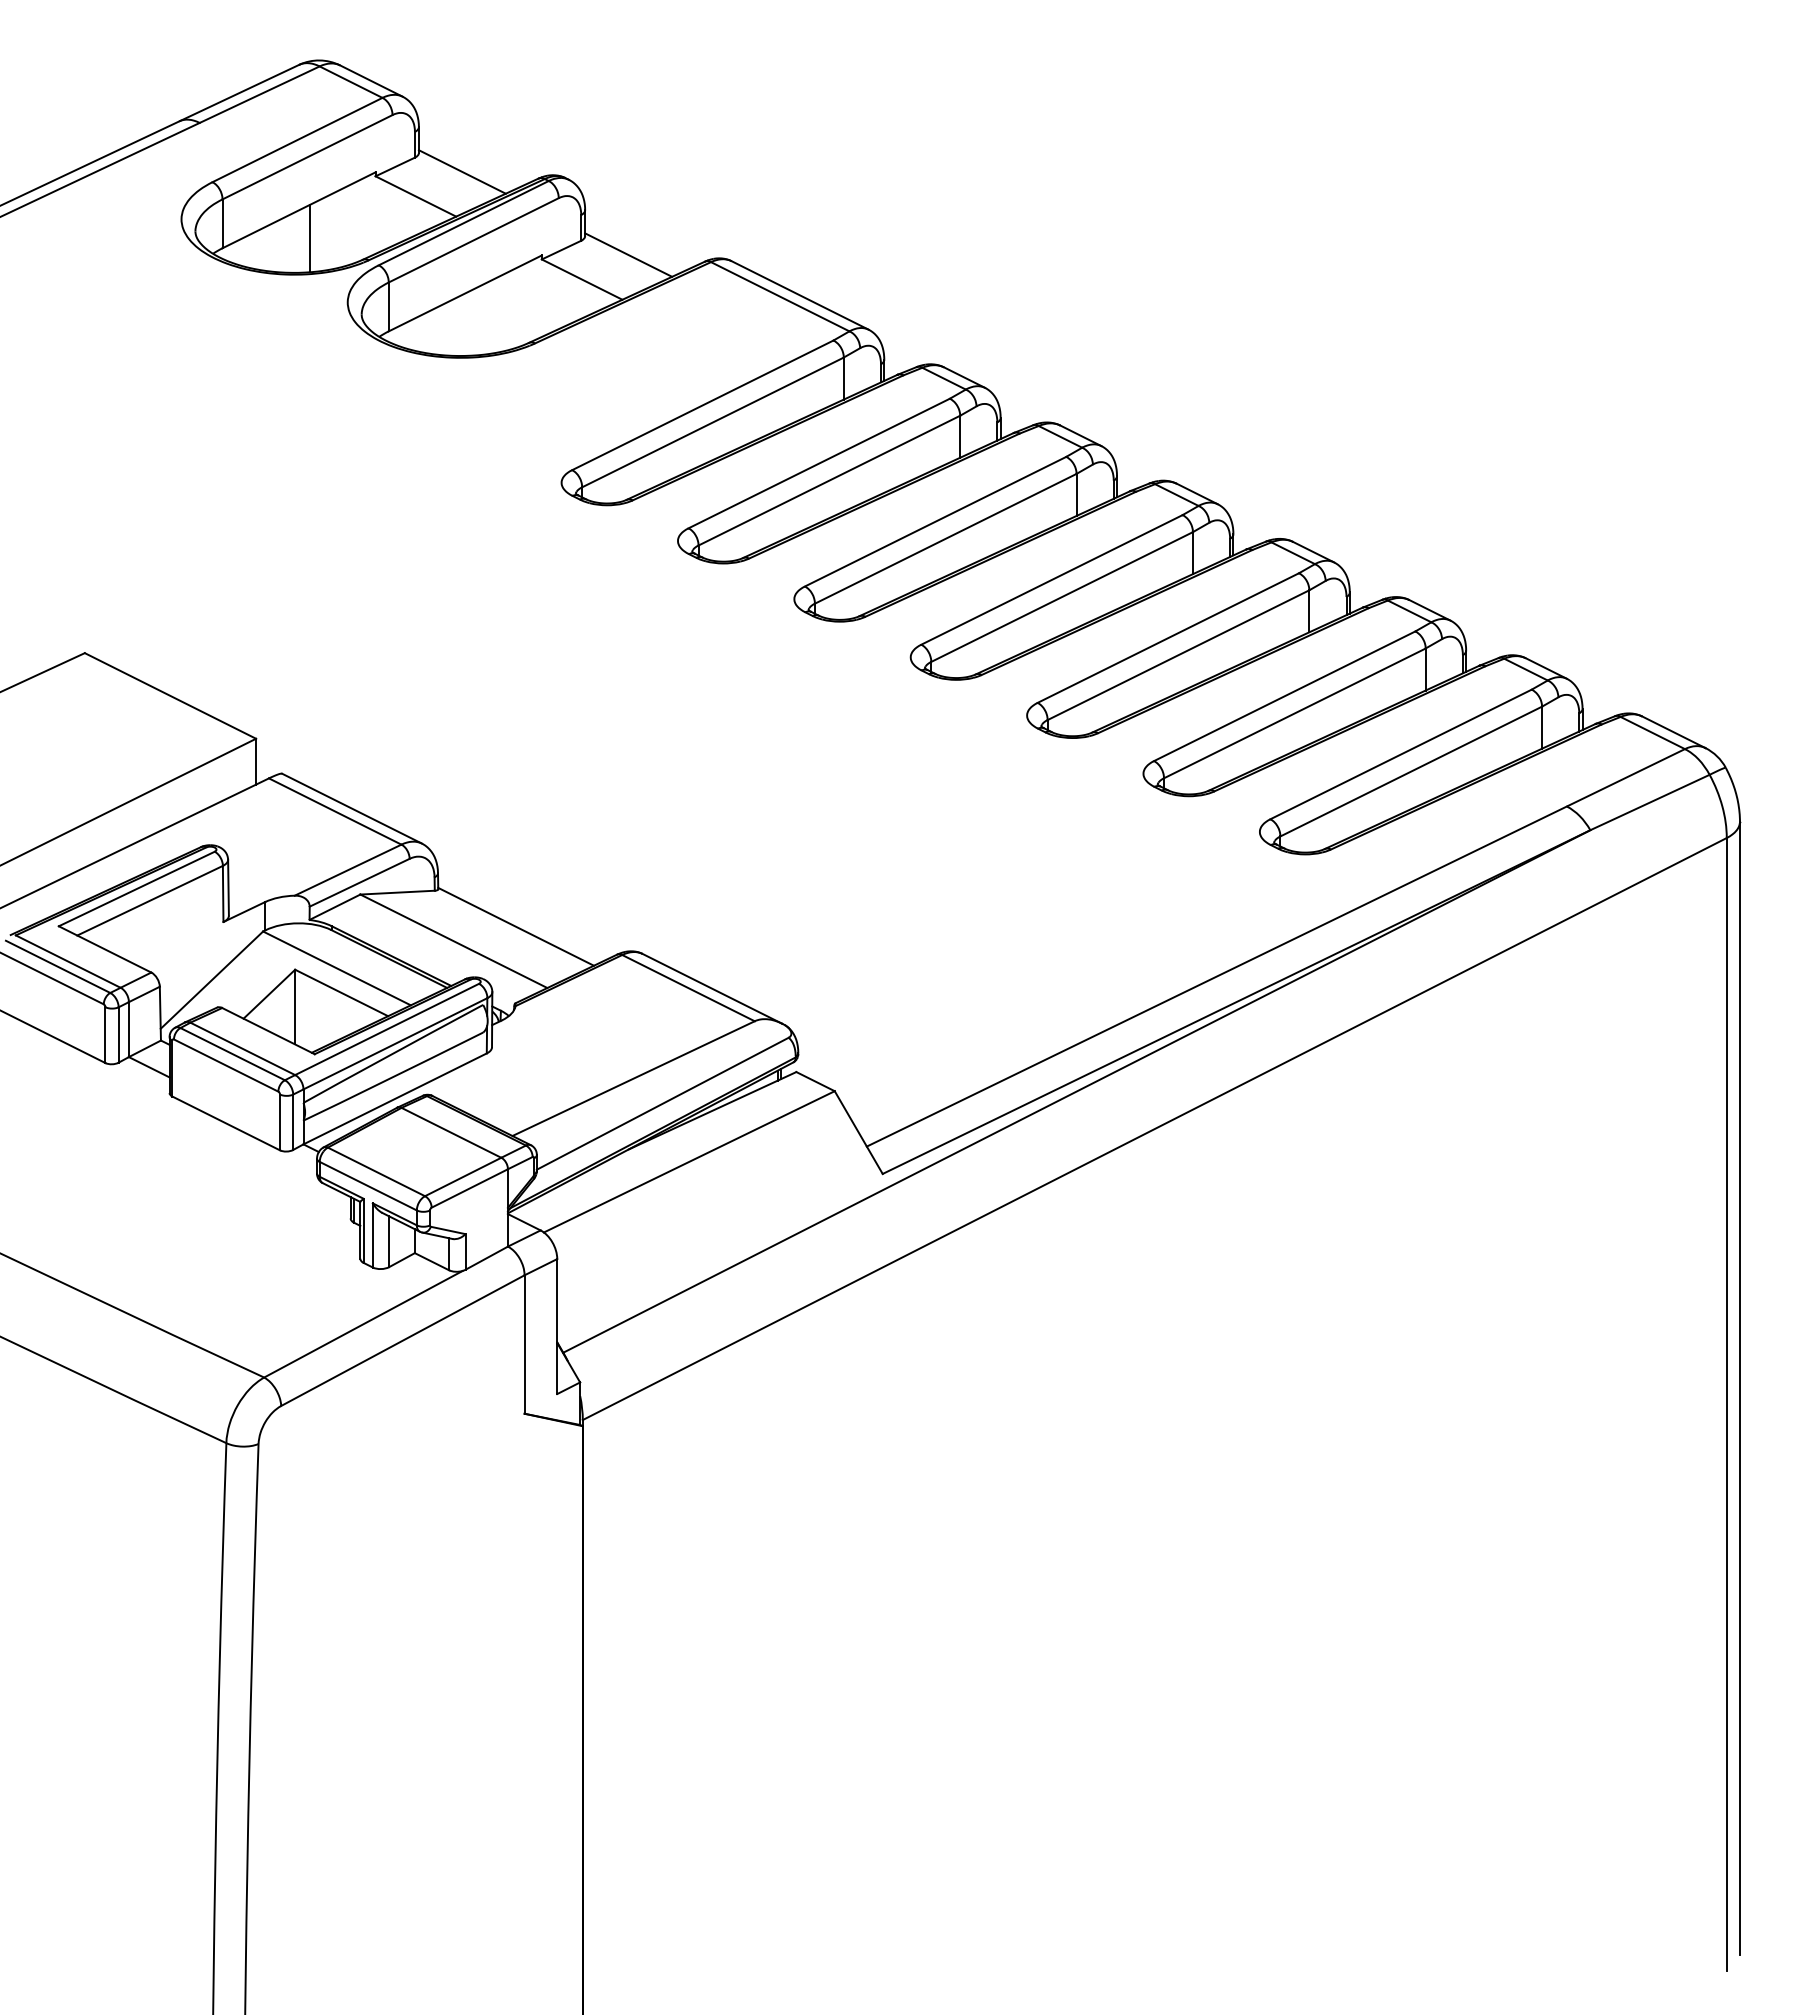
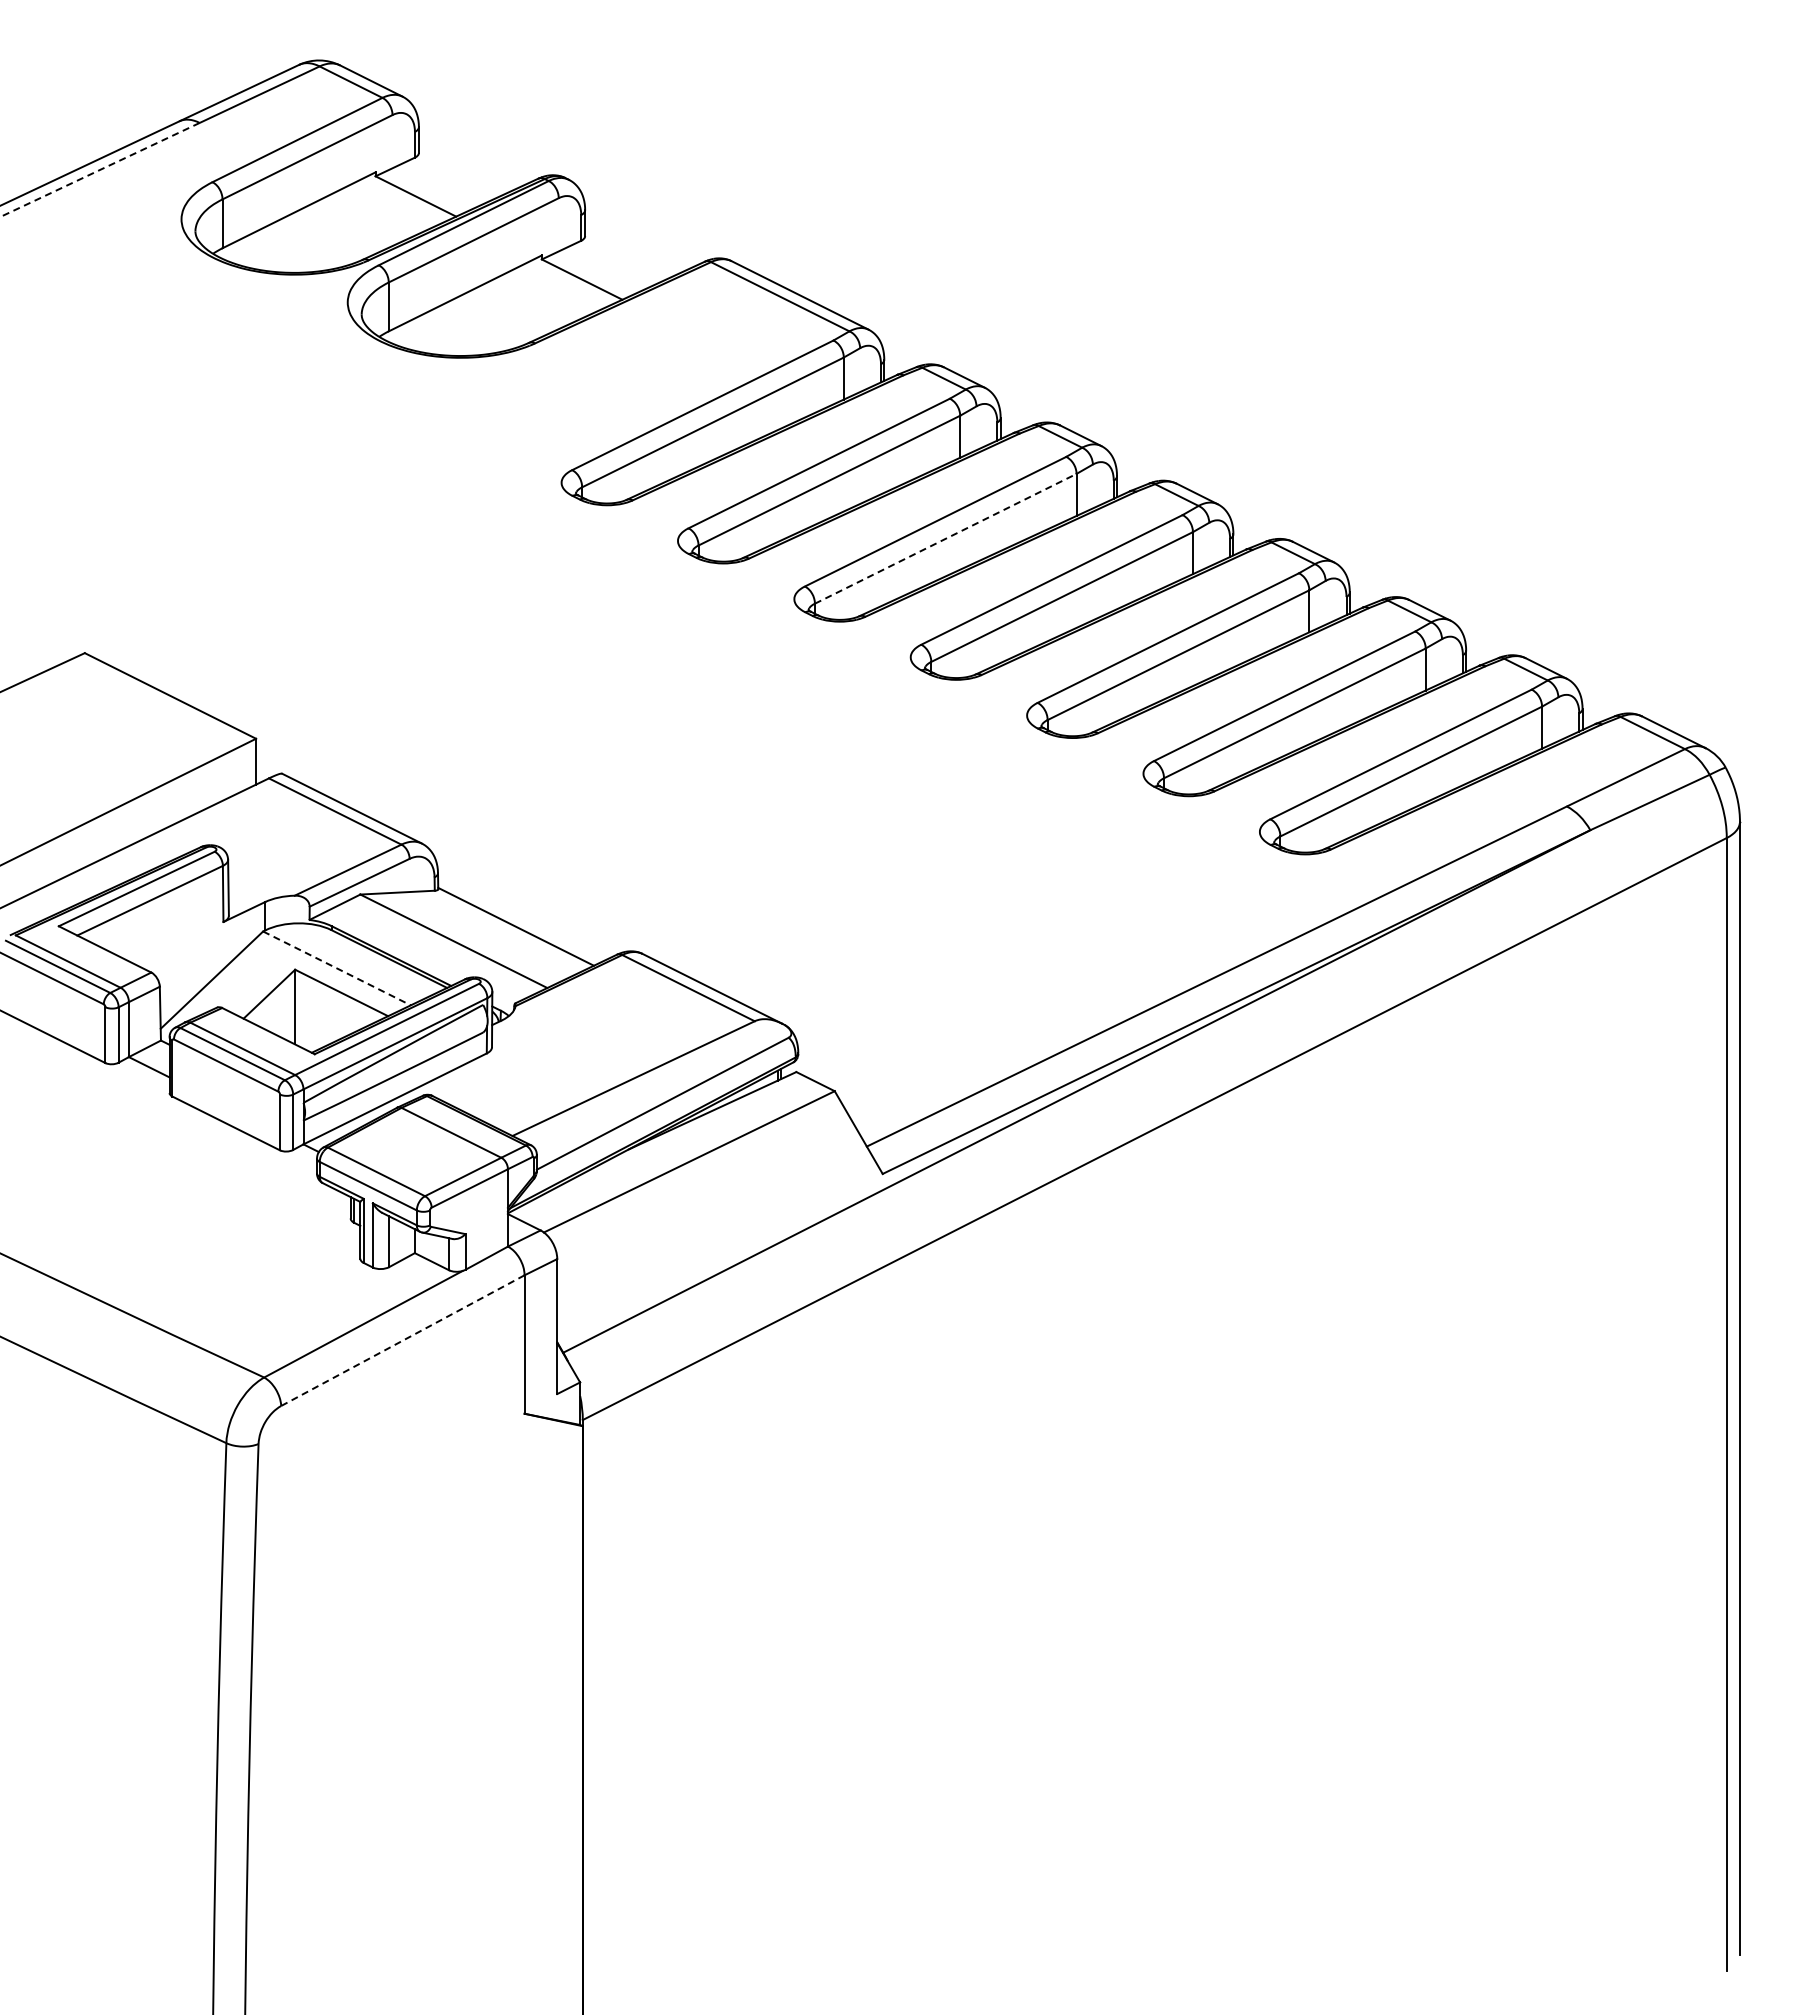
line at (100, 169): solid -> dashed
line at (461, 171): present -> none
line at (310, 238): present -> none
line at (628, 254): present -> none
line at (946, 538): solid -> dashed
line at (337, 968): solid -> dashed
line at (402, 1340): solid -> dashed
